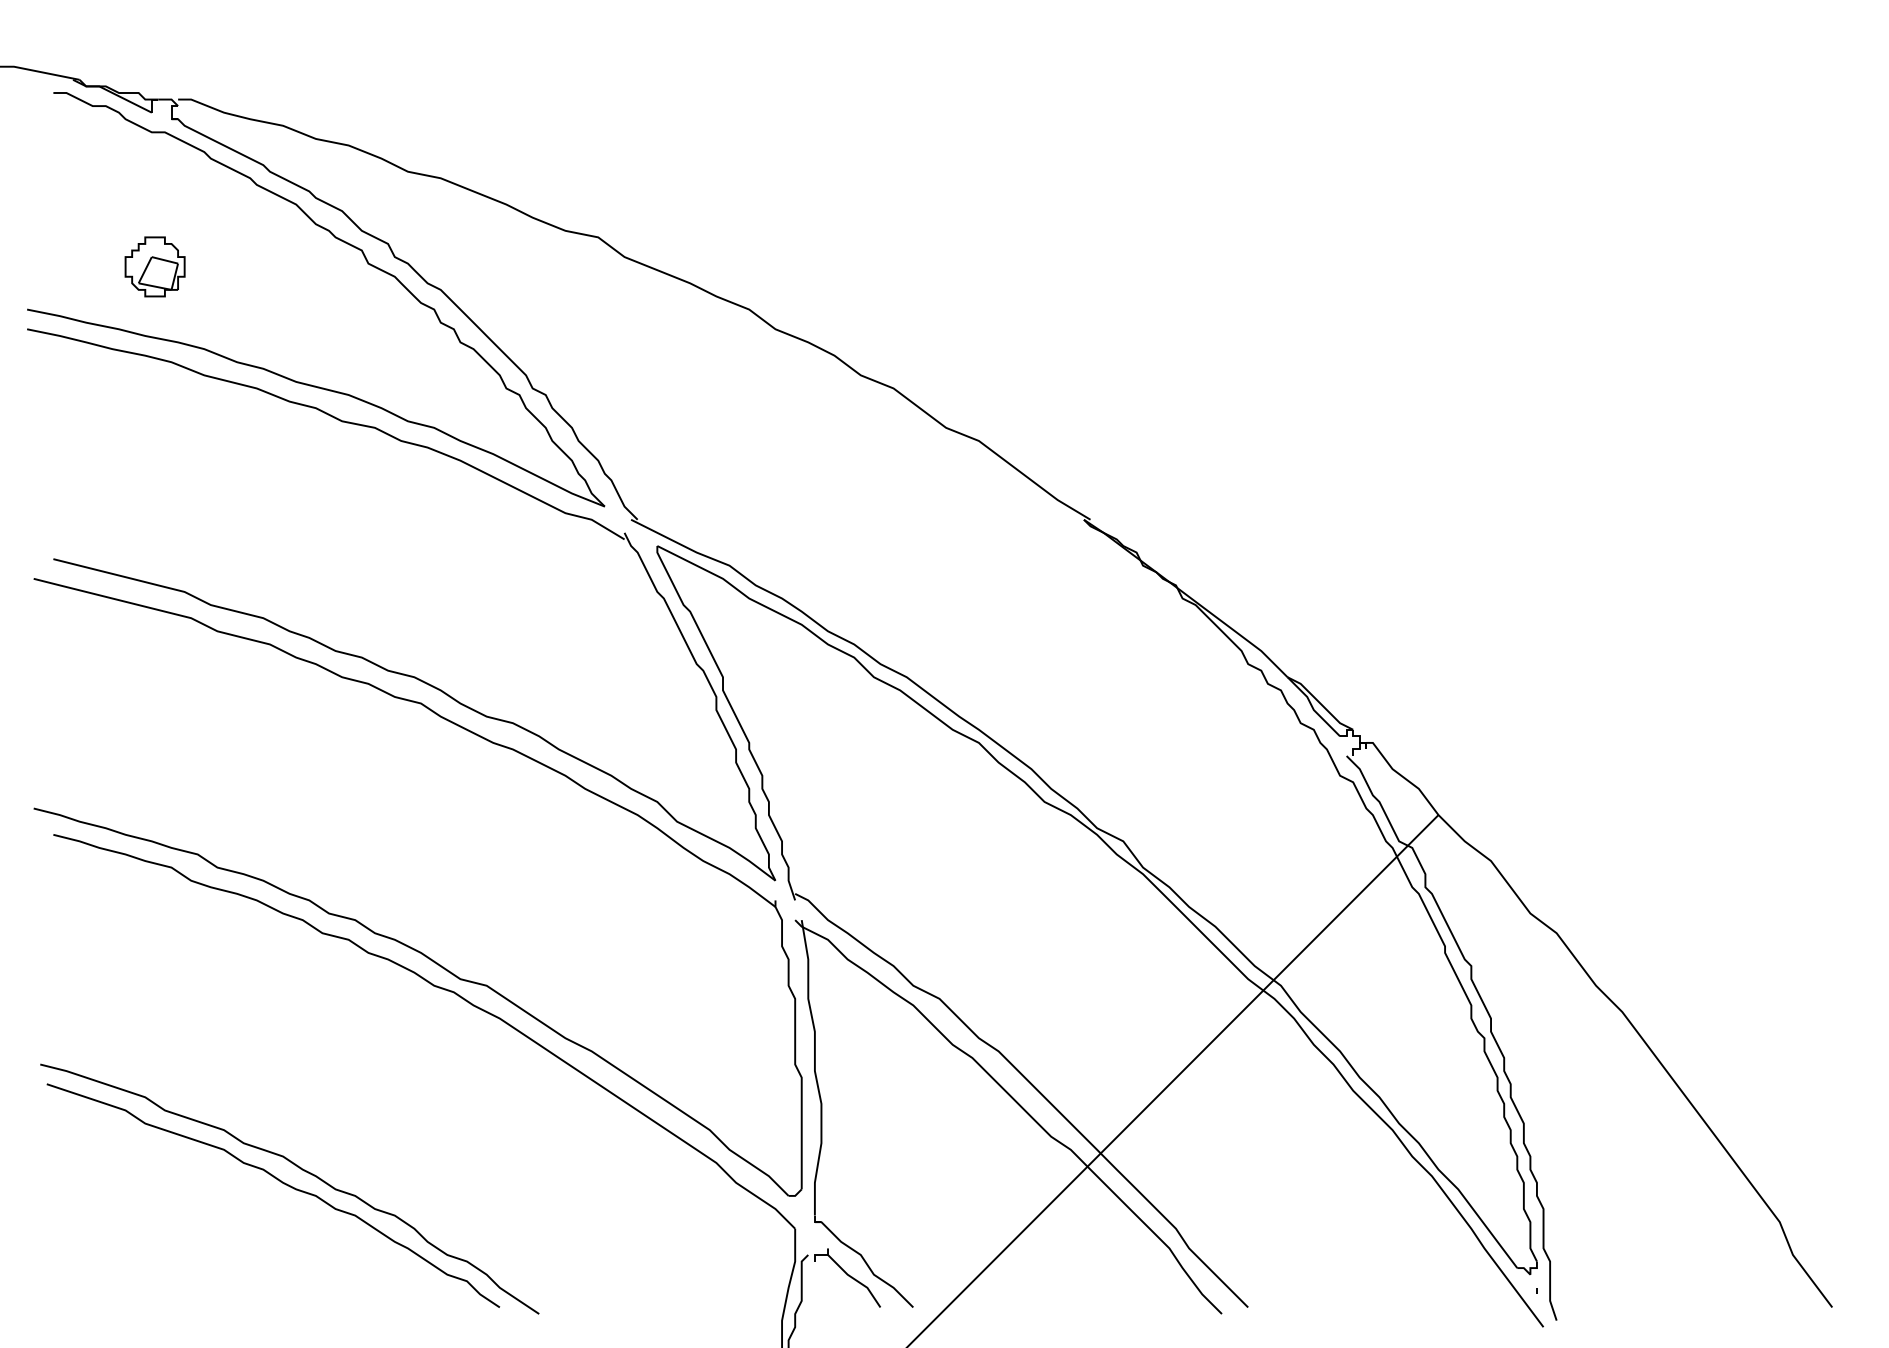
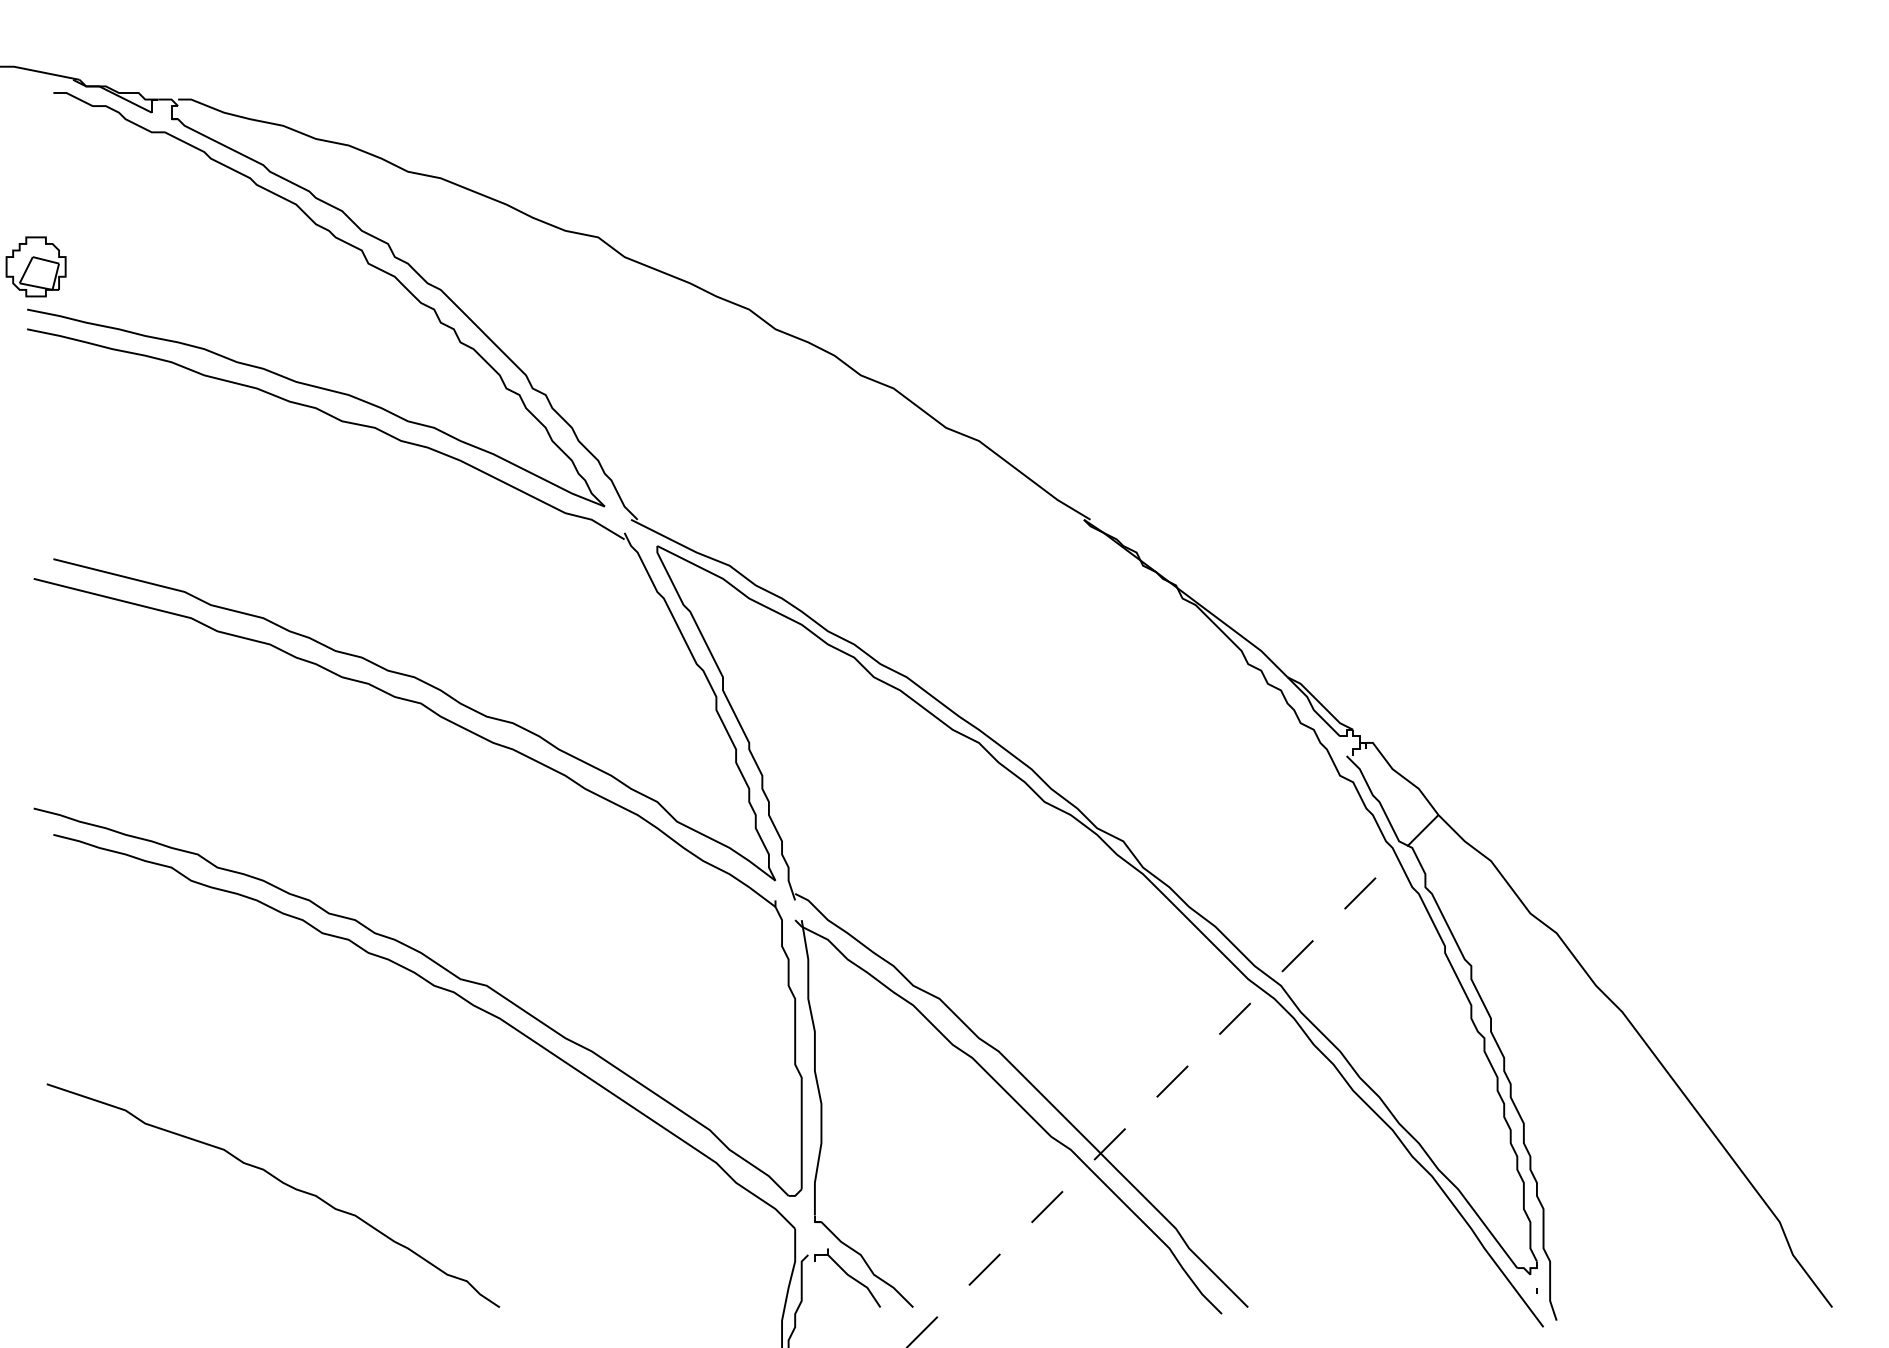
part at (154, 266) position: (154, 266) -> (35, 266)
line at (1172, 1081): solid -> dashed
curve at (300, 1169): present -> none
